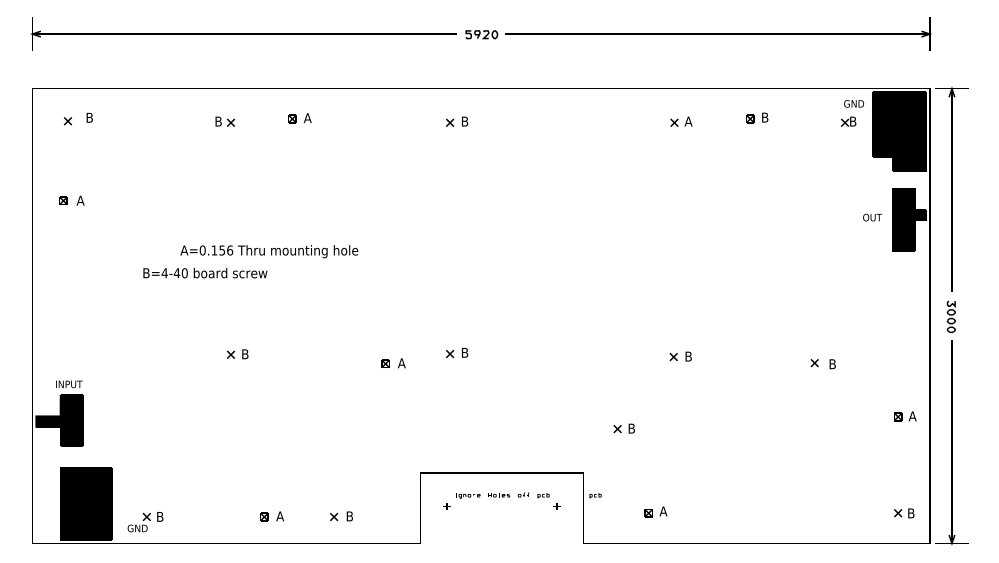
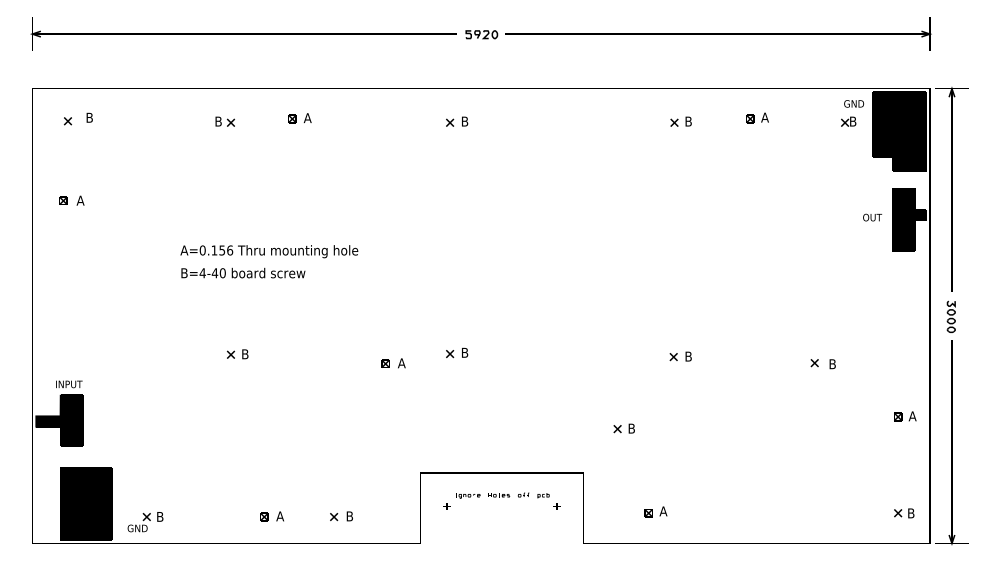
text at (764, 117): B -> A
text at (688, 121): A -> B
text at (205, 272) position: (205, 272) -> (243, 272)
part at (595, 495): present -> none
